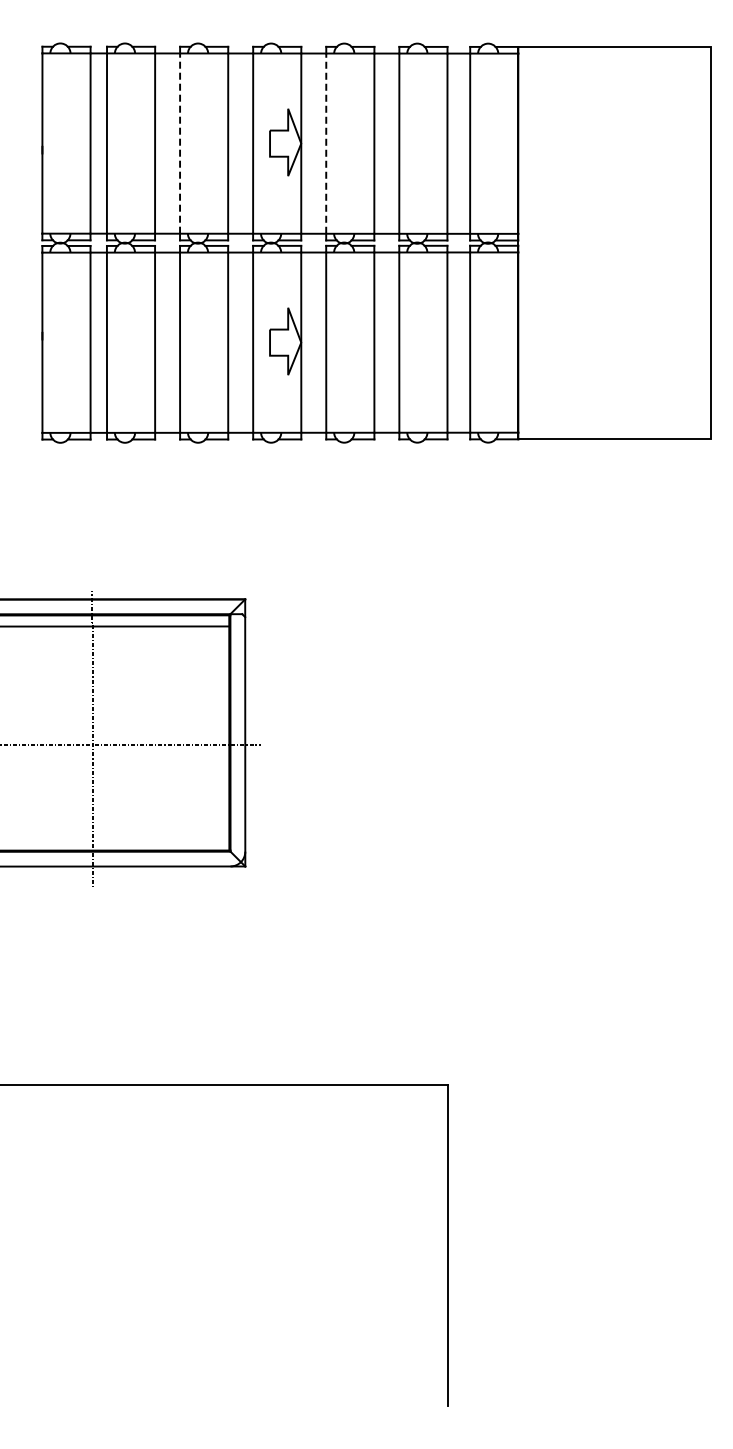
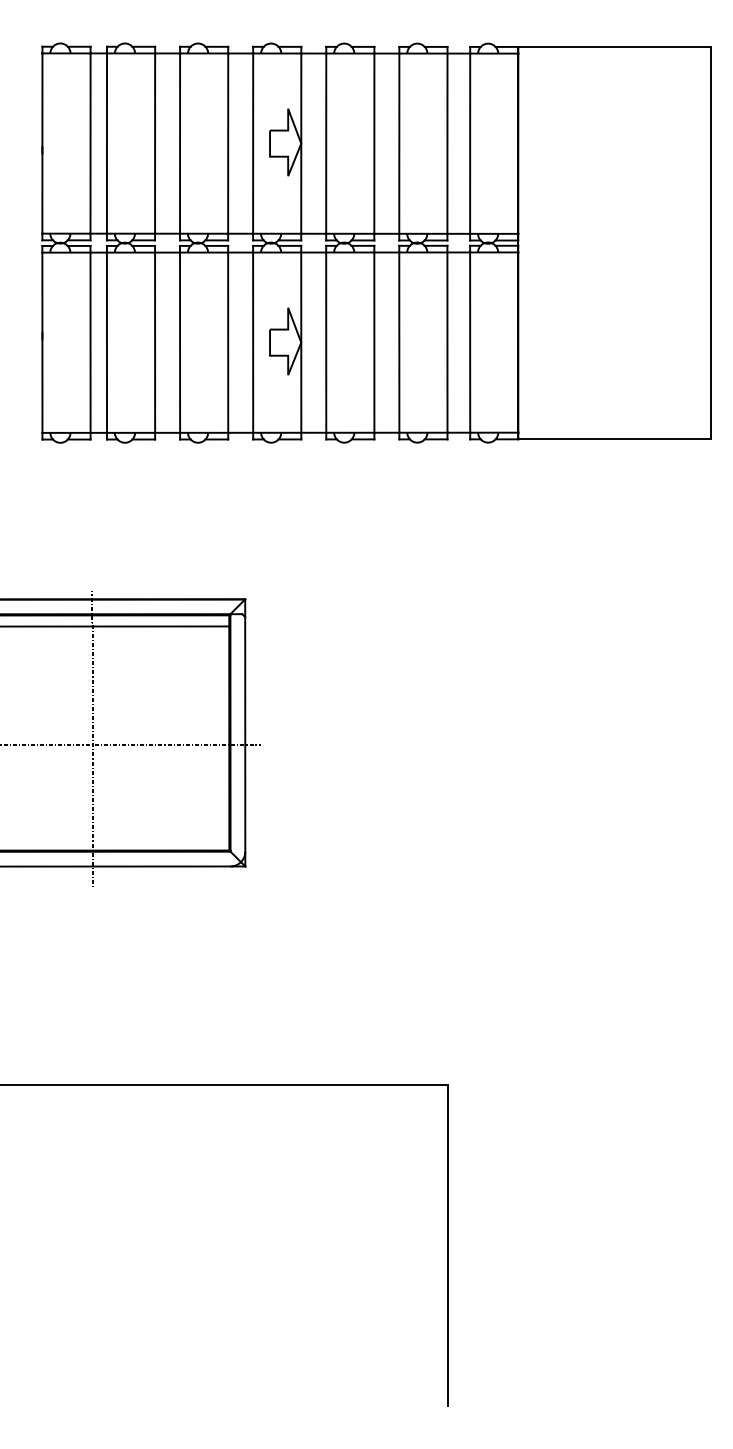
line at (180, 143): dashed -> solid
line at (326, 143): dashed -> solid
